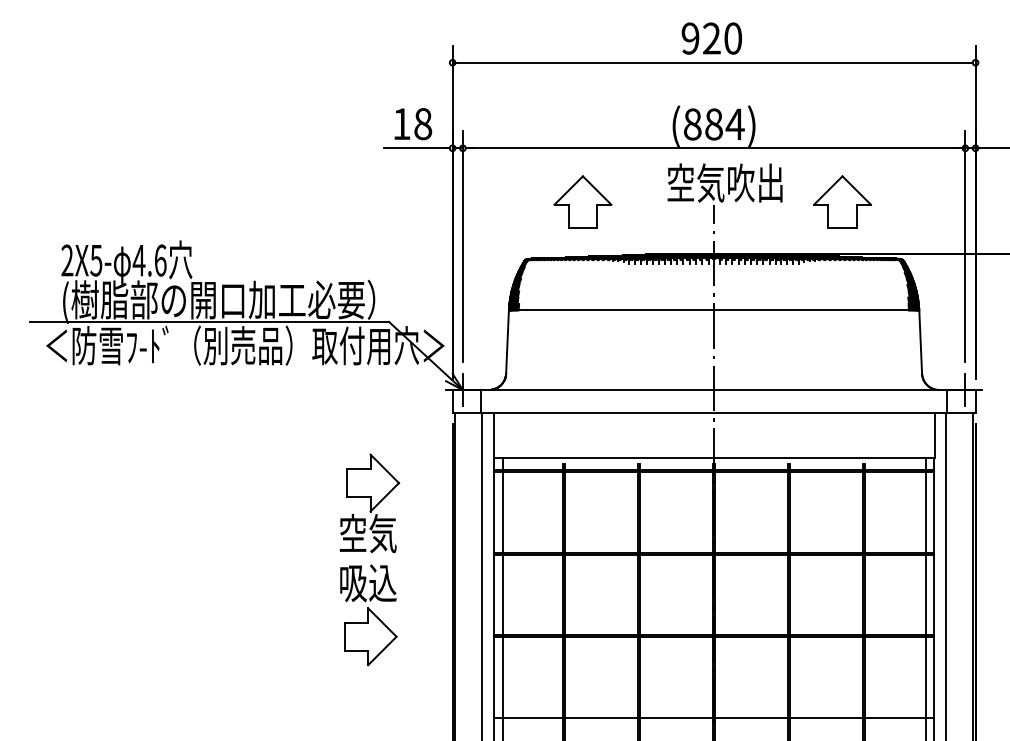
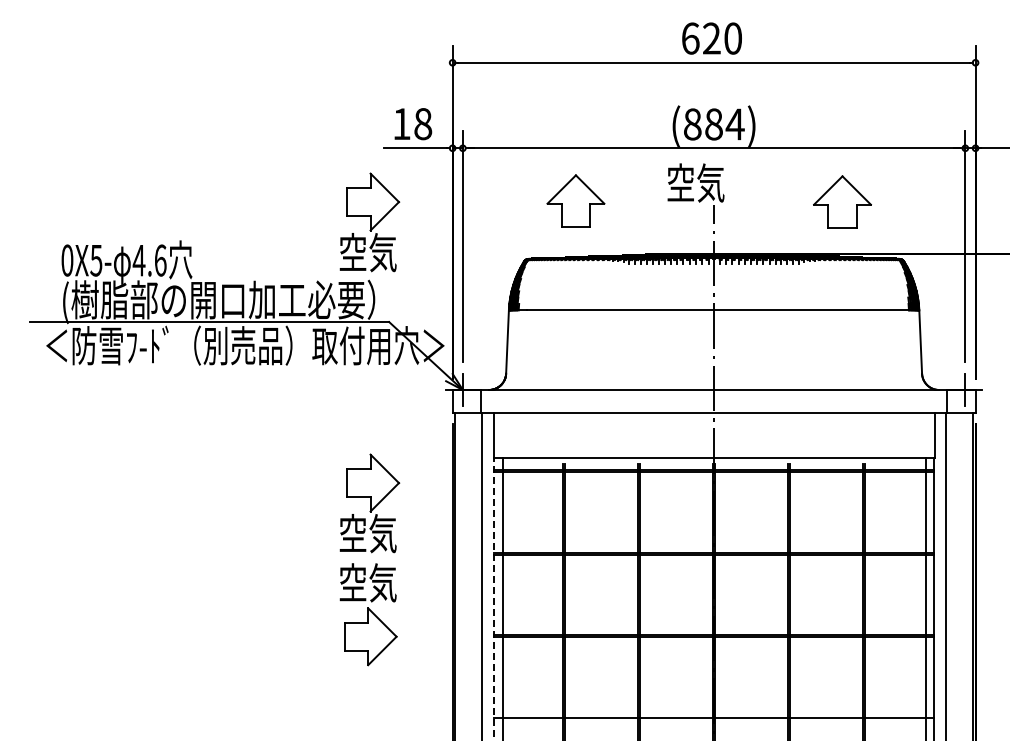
text at (690, 38): 920 -> 620
text at (755, 182): 空気吹出 -> 空気
part at (582, 201) position: (582, 201) -> (575, 200)
part at (369, 222): none -> present
text at (67, 260): 2X5- -> 0X5-
text at (367, 582): 吸込 -> 空気
line at (494, 599): solid -> dashed
